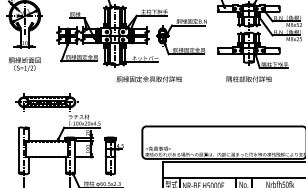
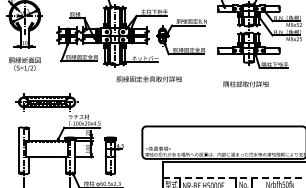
text at (248, 79) position: (248, 79) -> (245, 84)
line at (234, 177): solid -> dashed
